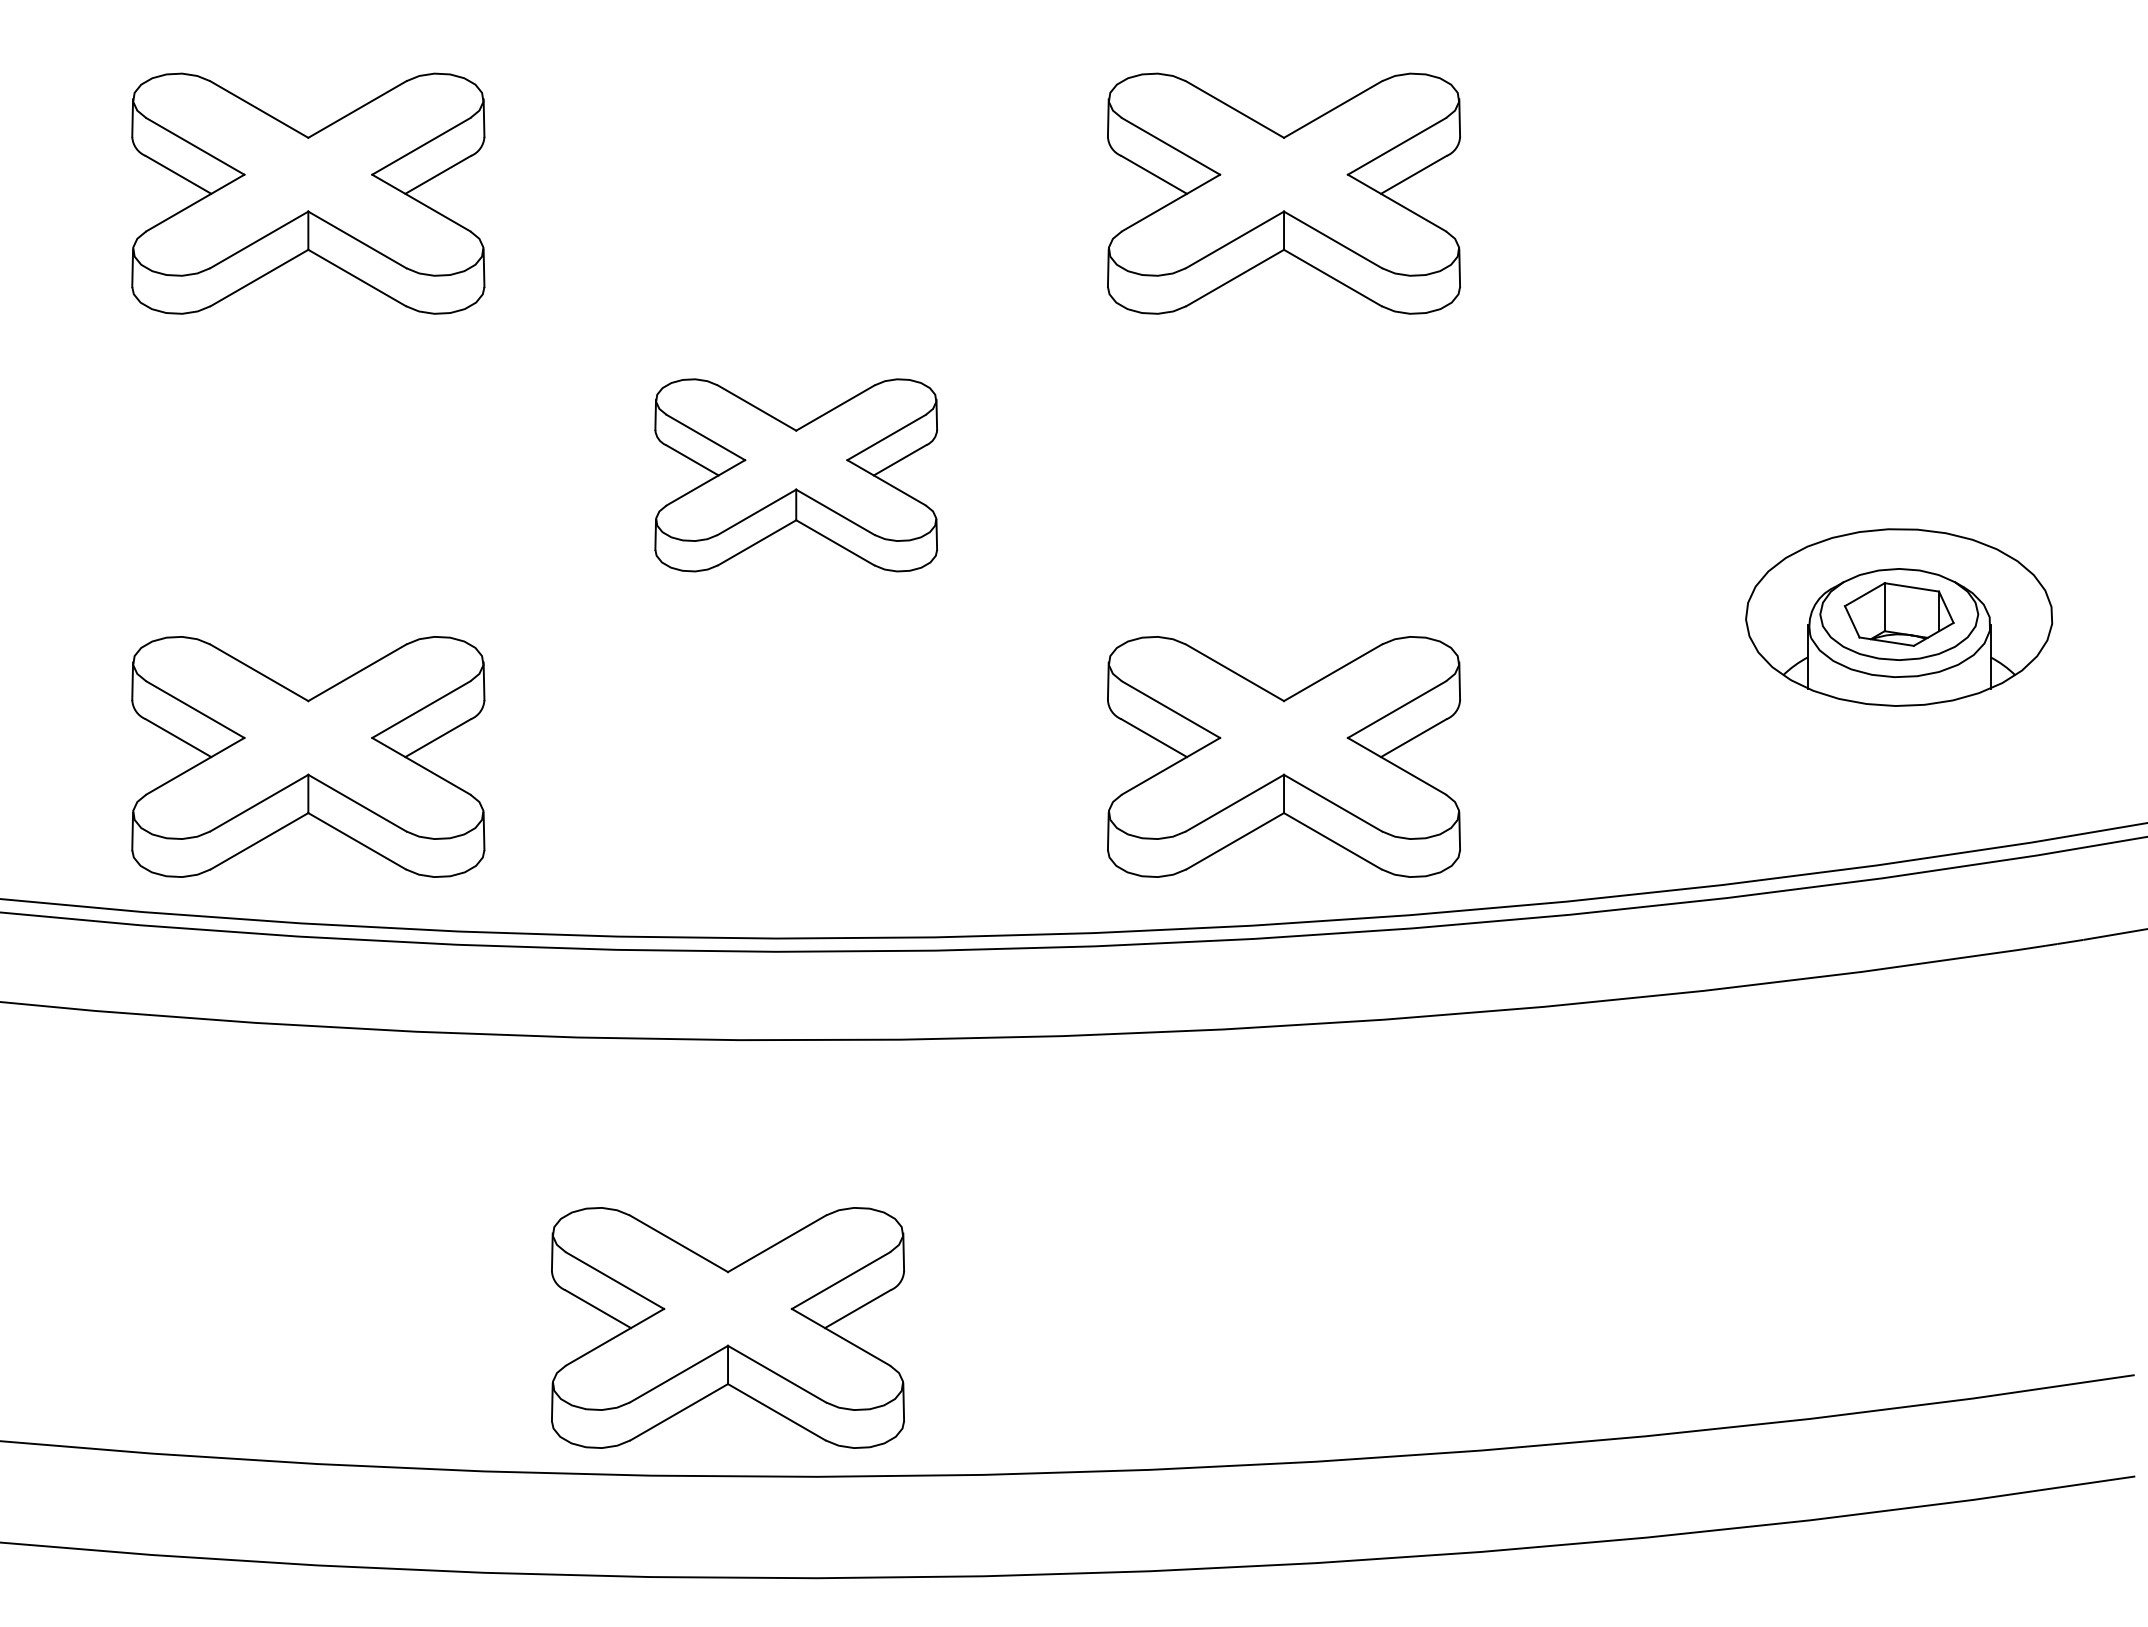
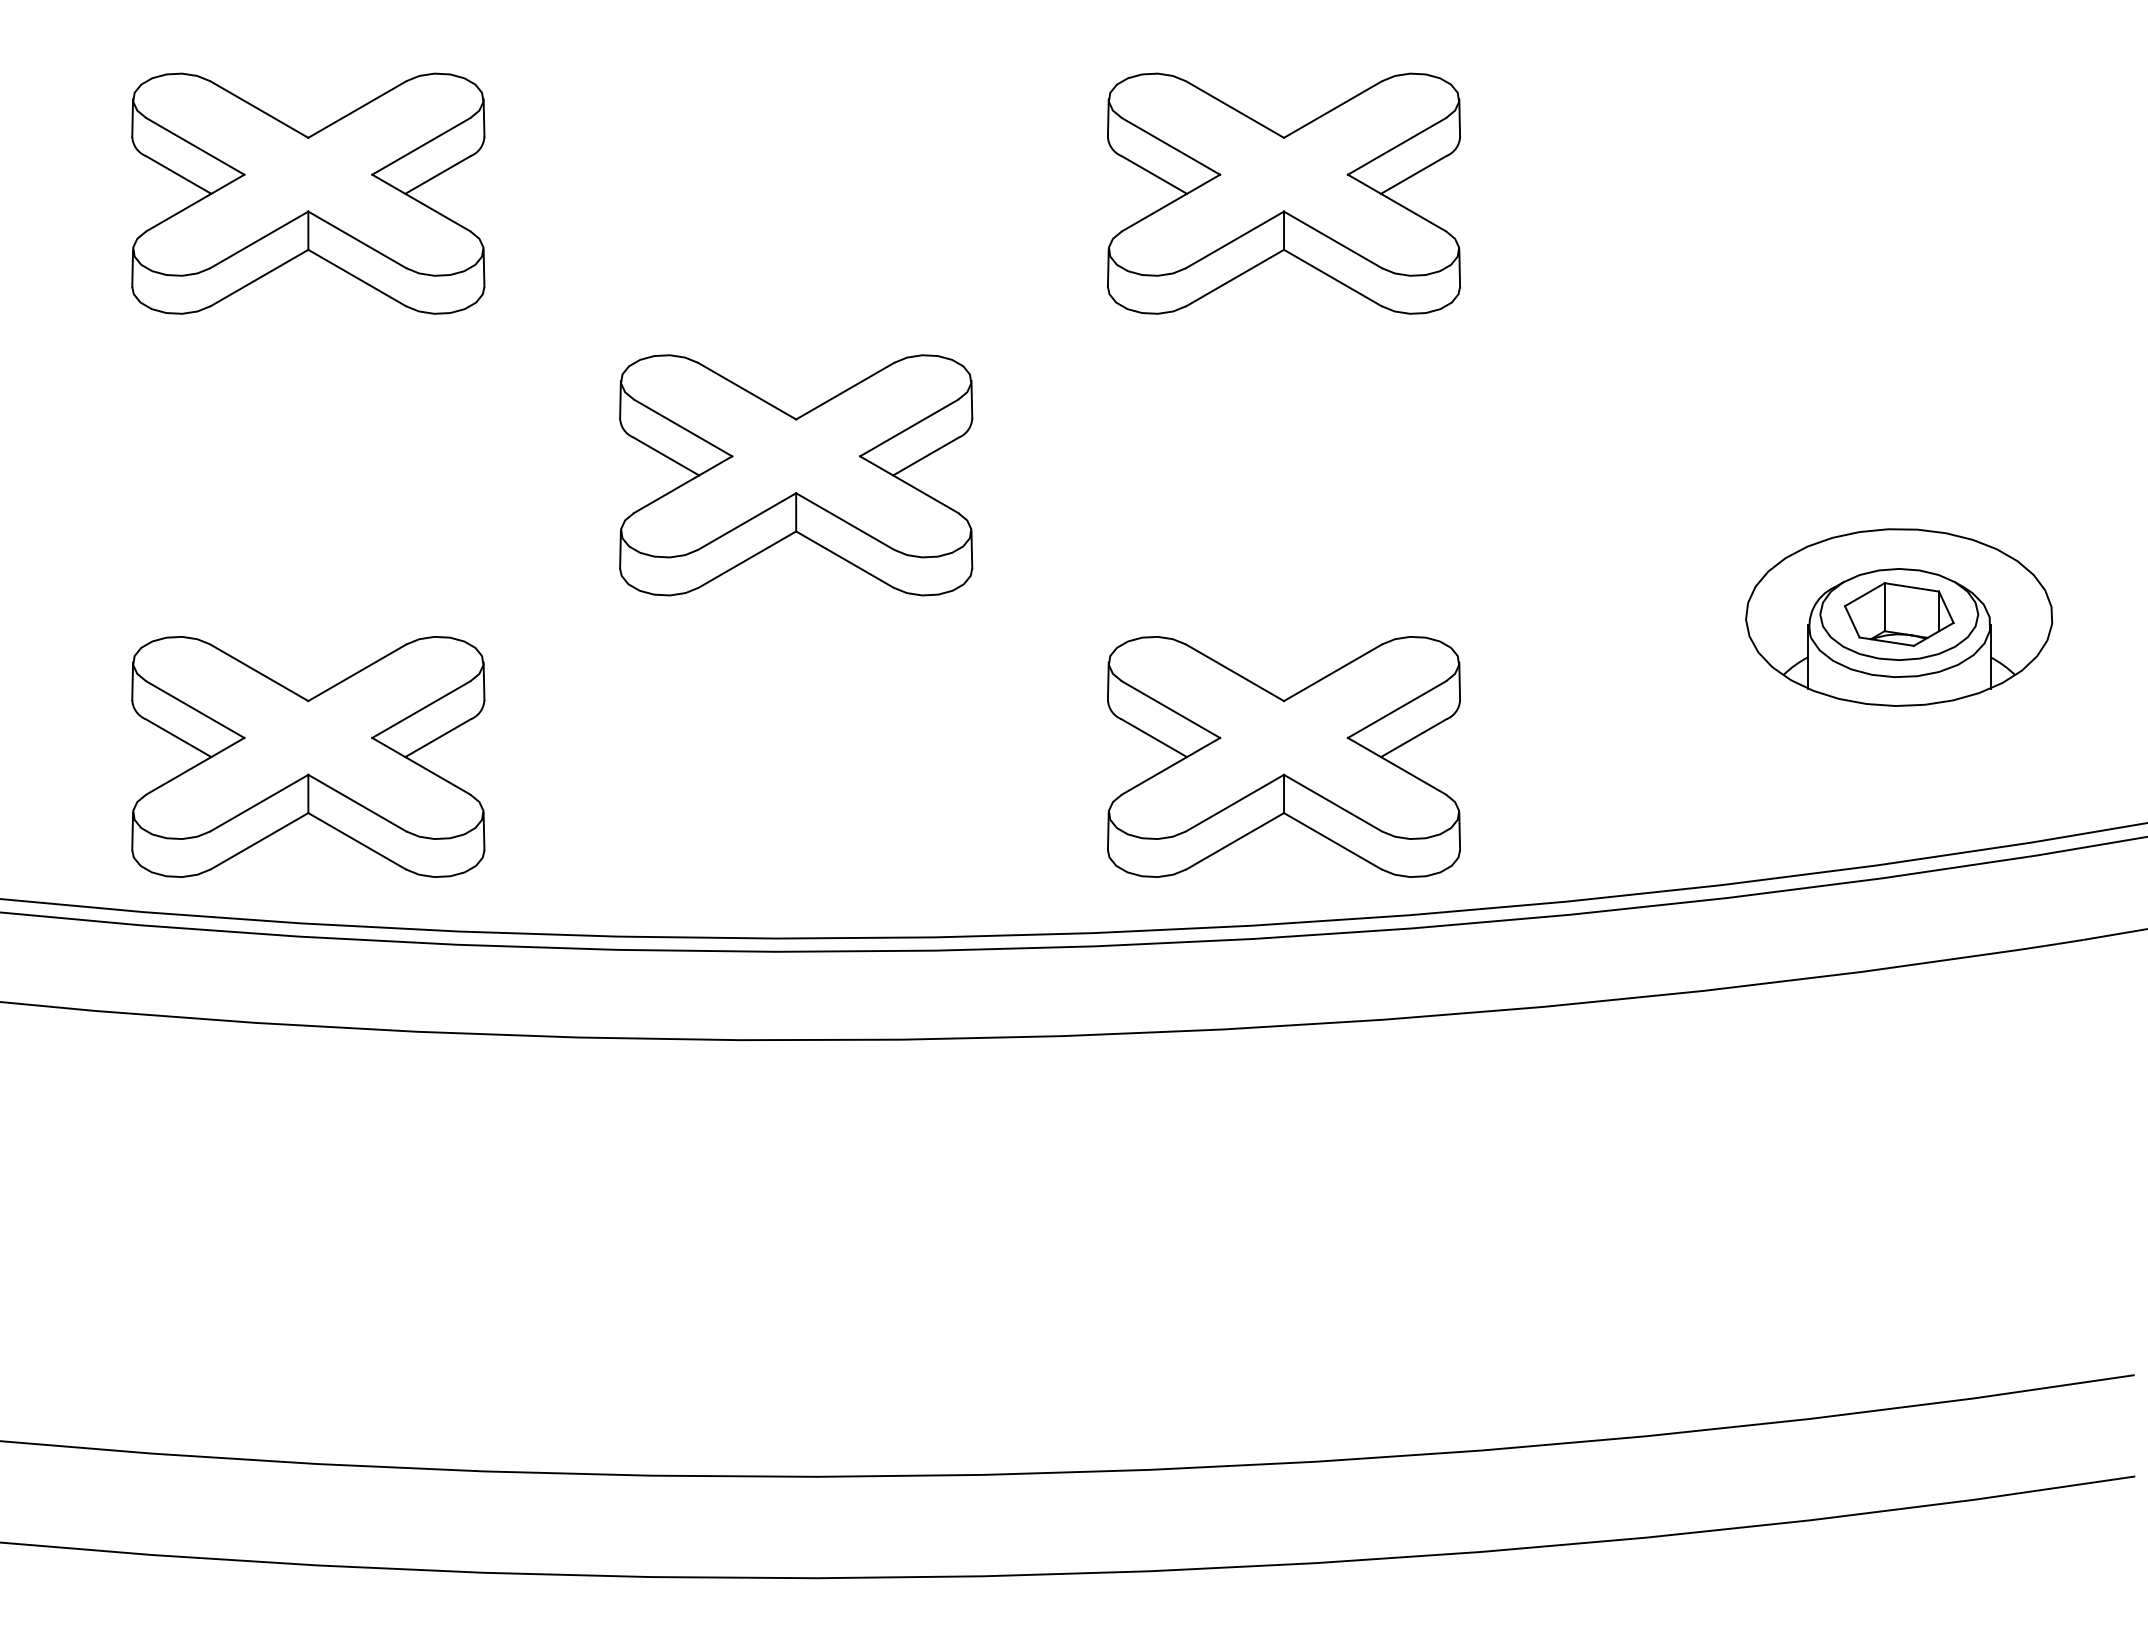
part at (795, 475) size: 284x195 px -> 355x243 px
part at (727, 1327): present -> none
